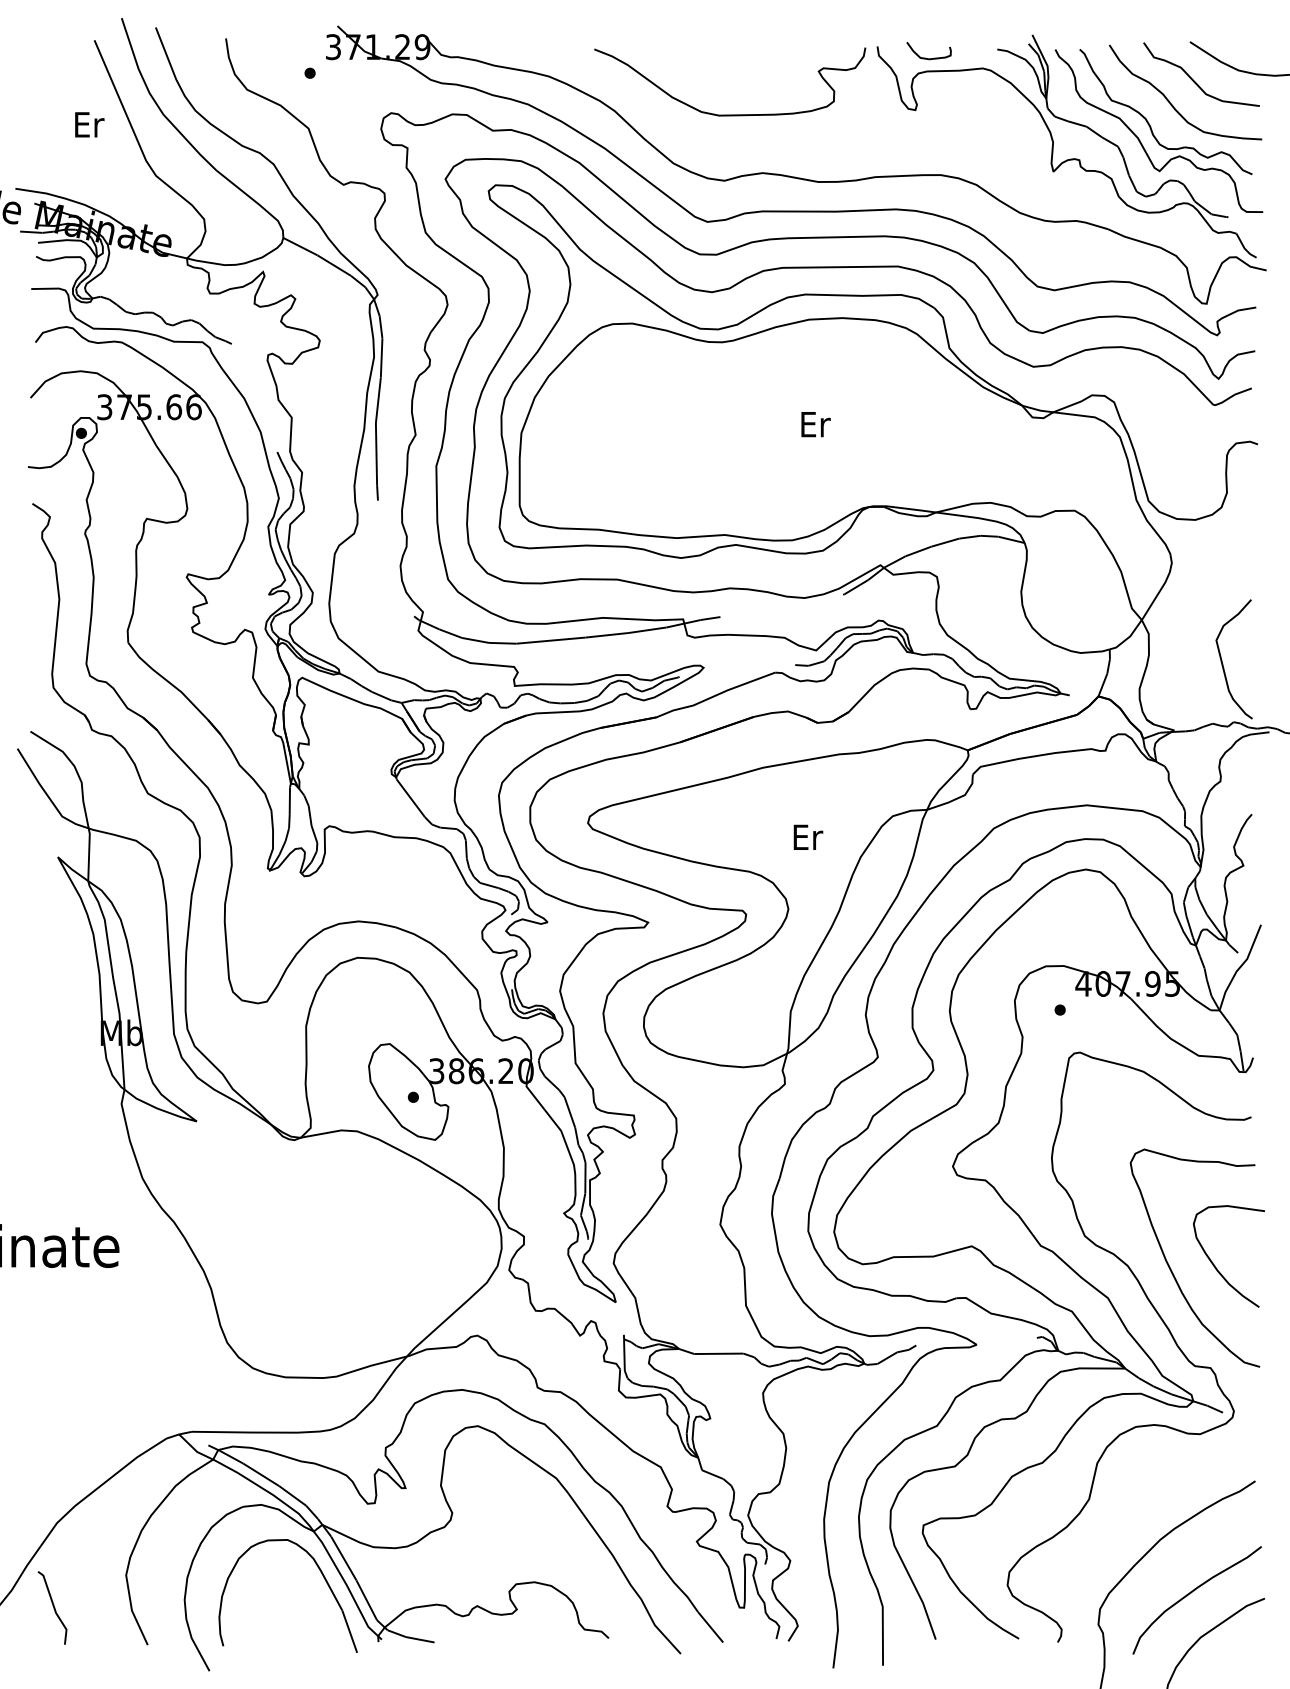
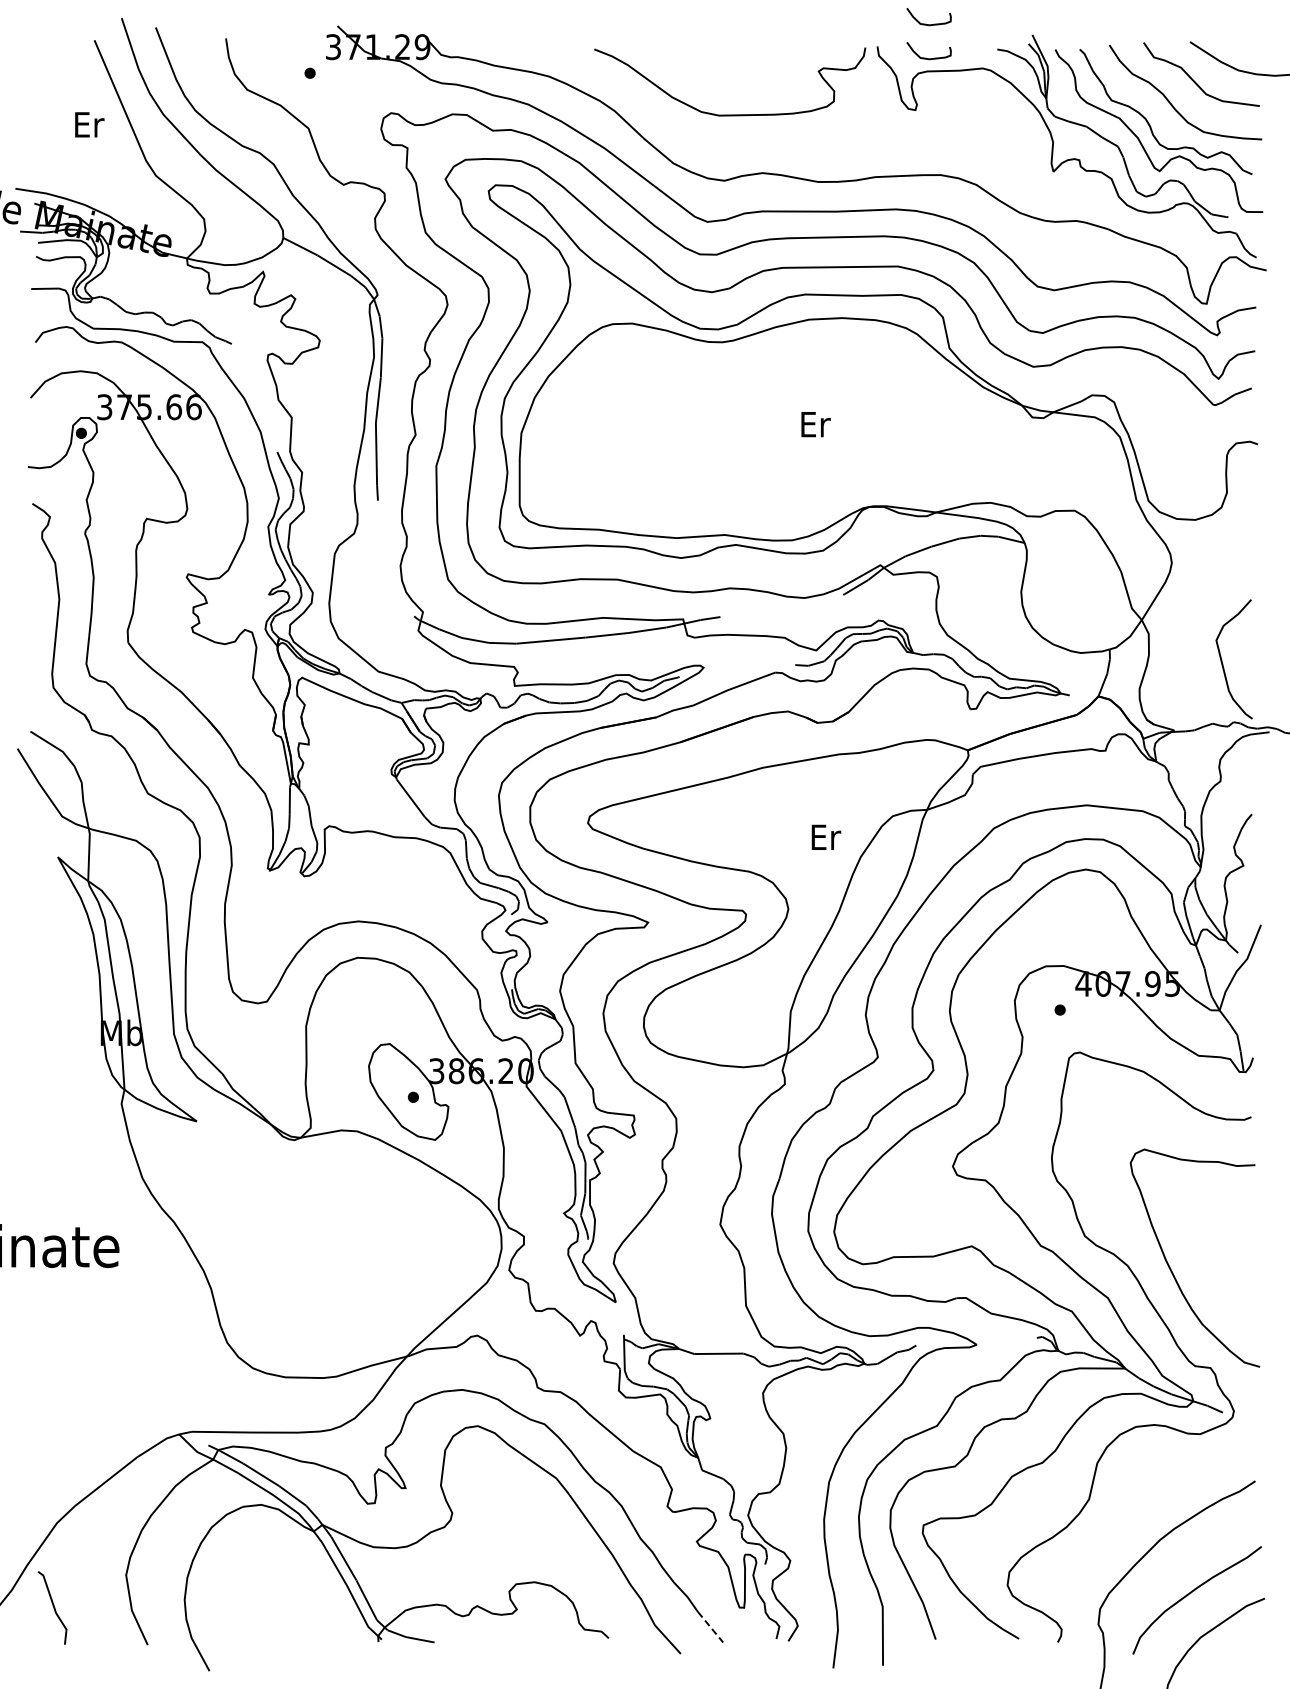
curve at (925, 23): none -> present
text at (808, 836) position: (808, 836) -> (826, 836)
curve at (1215, 1265): present -> none
part at (322, 1576): present -> none
line at (710, 1627): solid -> dashed
